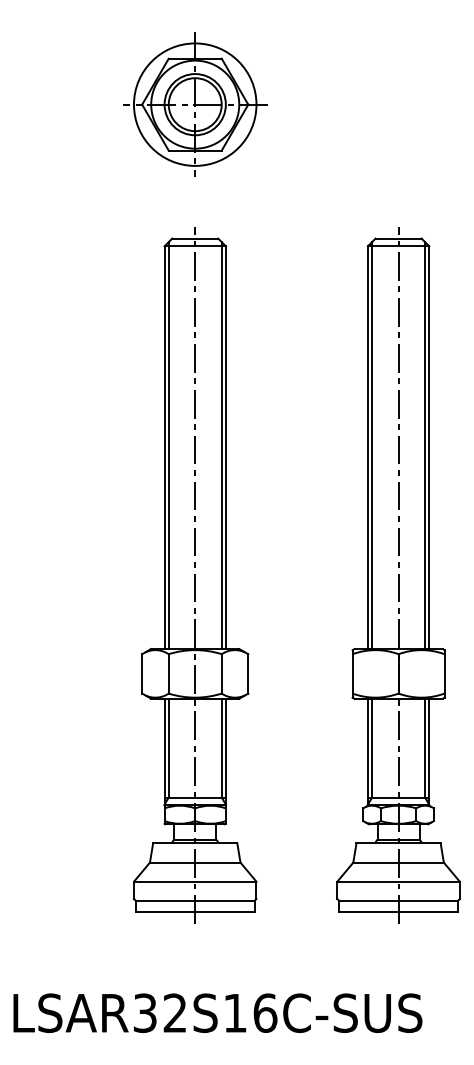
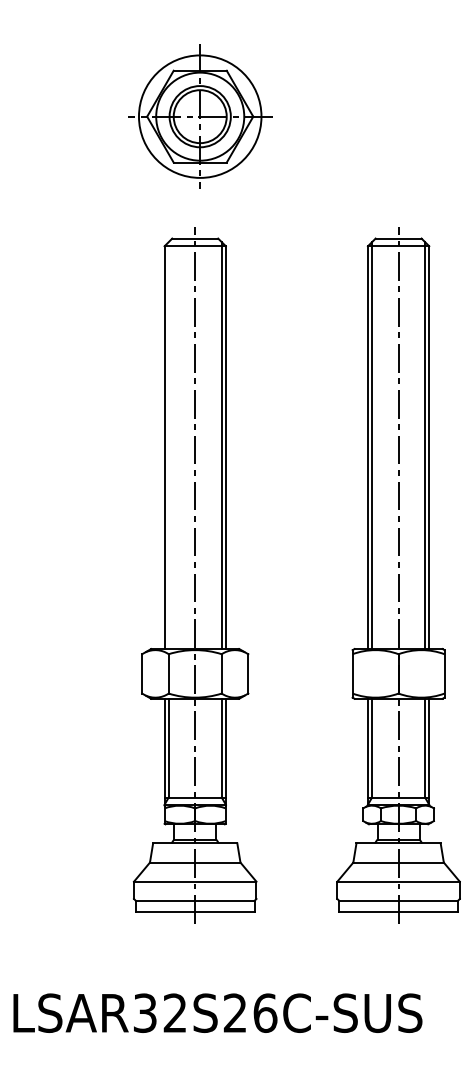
part at (195, 104) position: (195, 104) -> (200, 116)
line at (168, 445): present -> none
text at (234, 1012): LSAR32S16C-SUS -> LSAR32S26C-SUS
